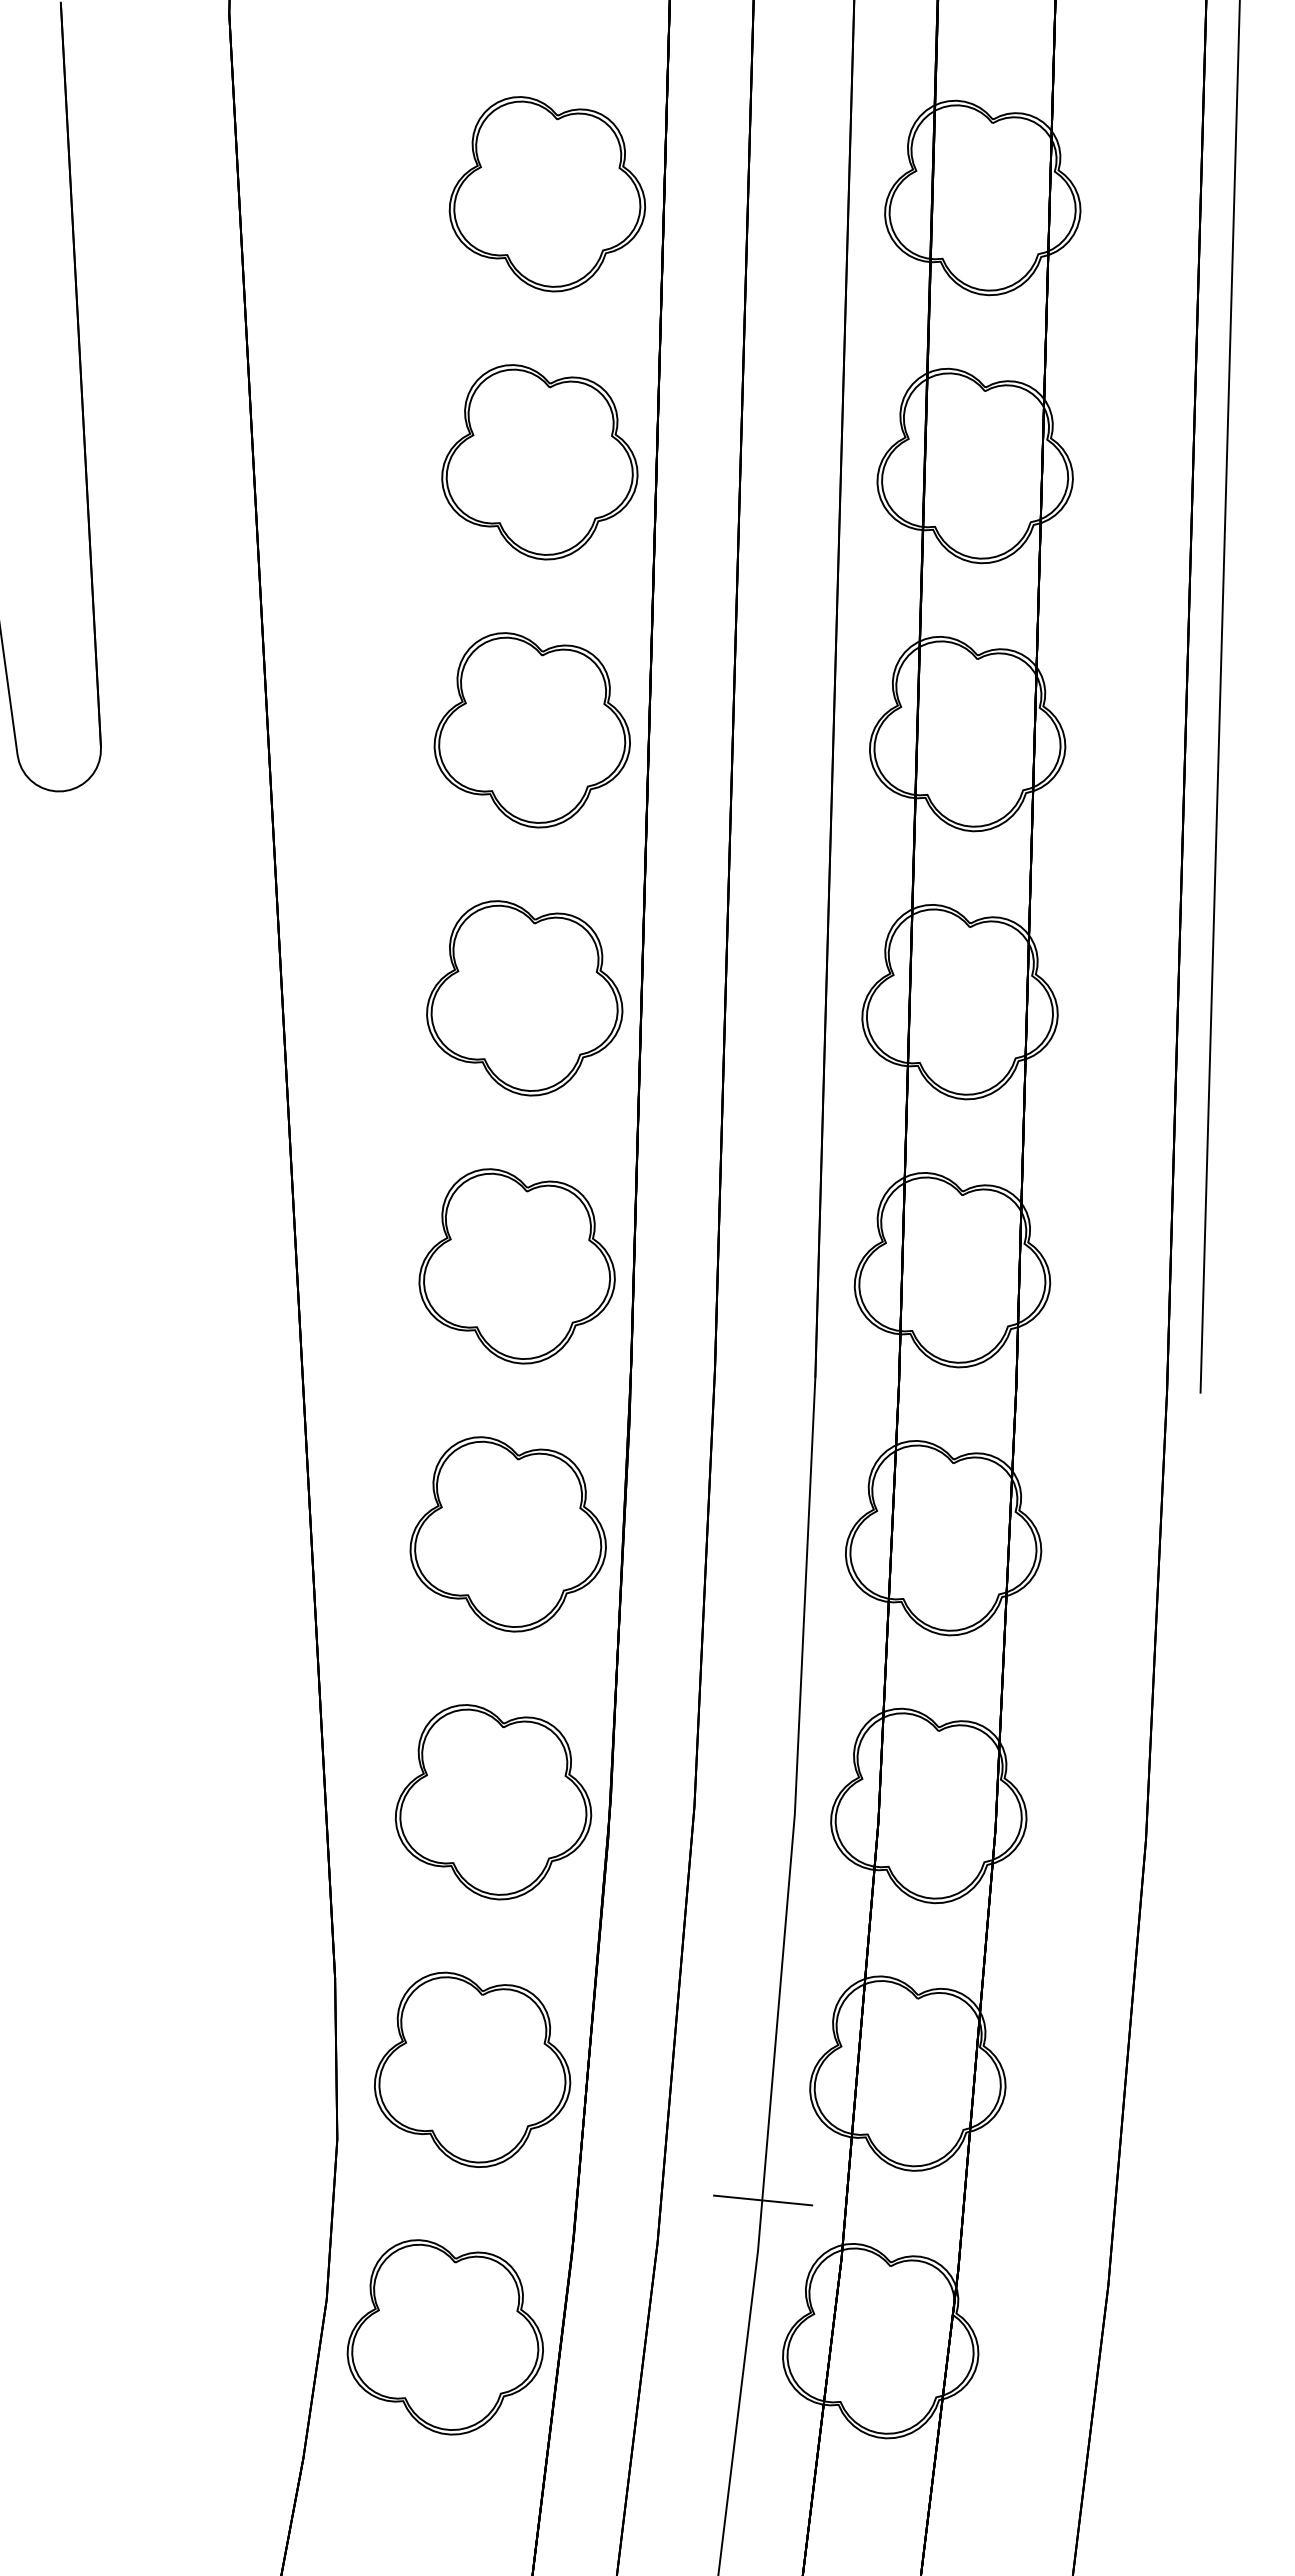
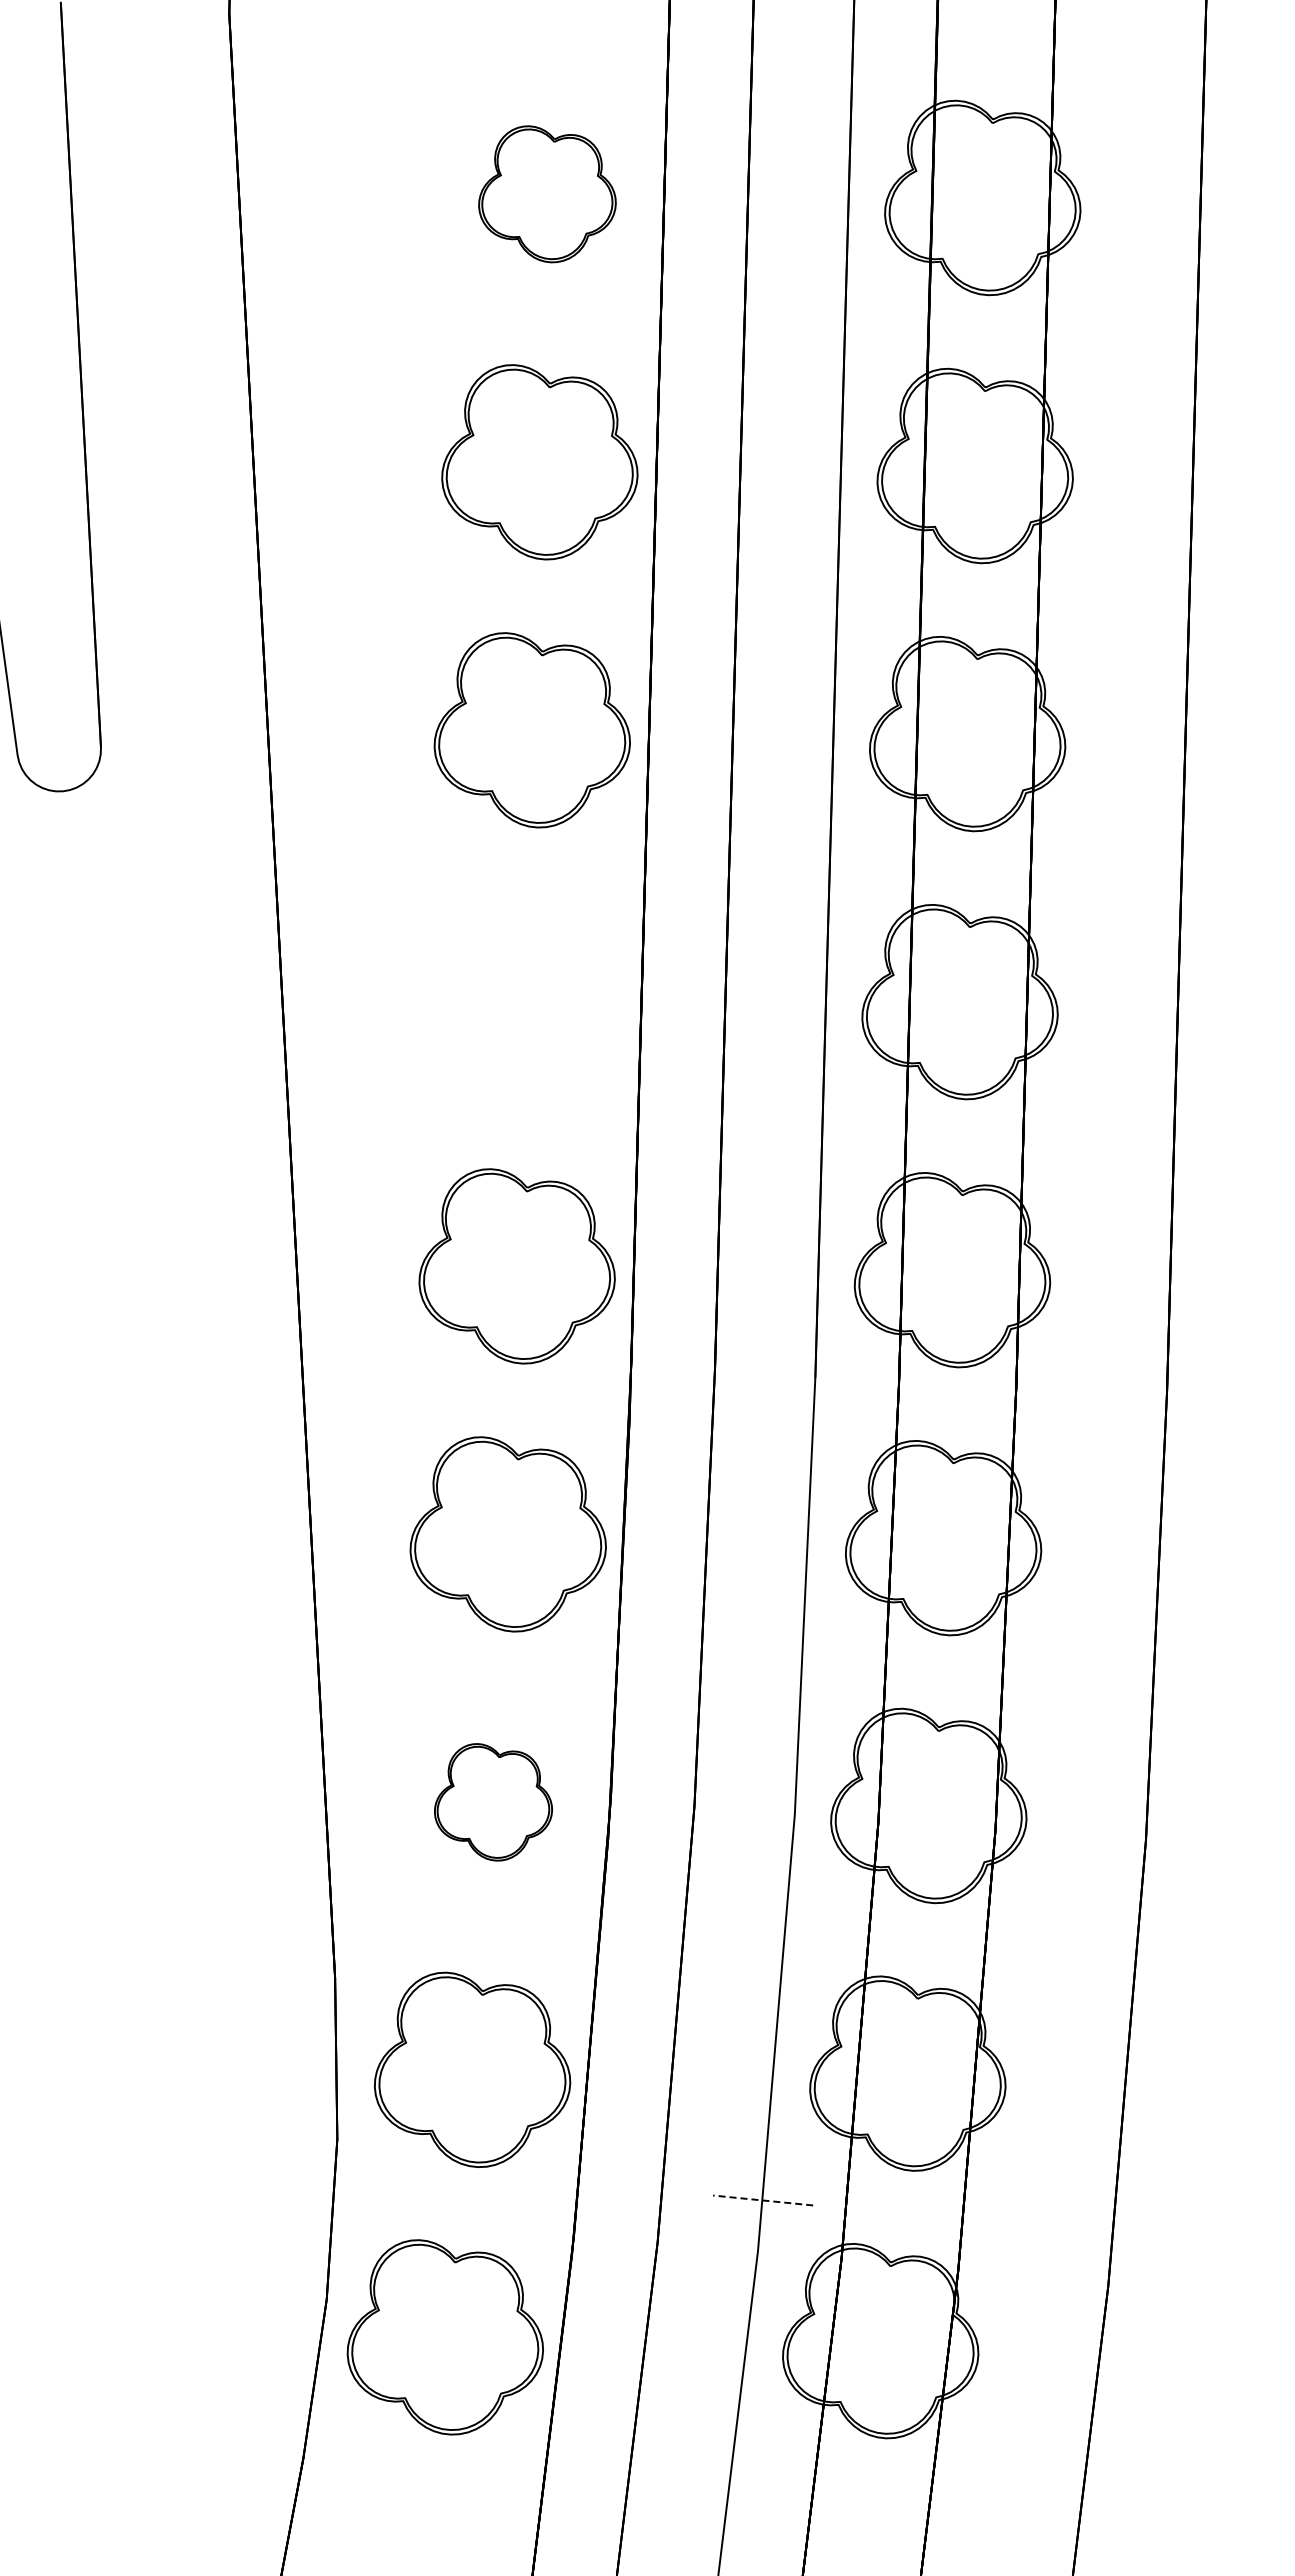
part at (547, 194) size: 199x197 px -> 139x139 px
line at (1219, 697): present -> none
part at (524, 998): present -> none
part at (493, 1802) size: 199x197 px -> 119x119 px
line at (762, 2200): solid -> dashed
